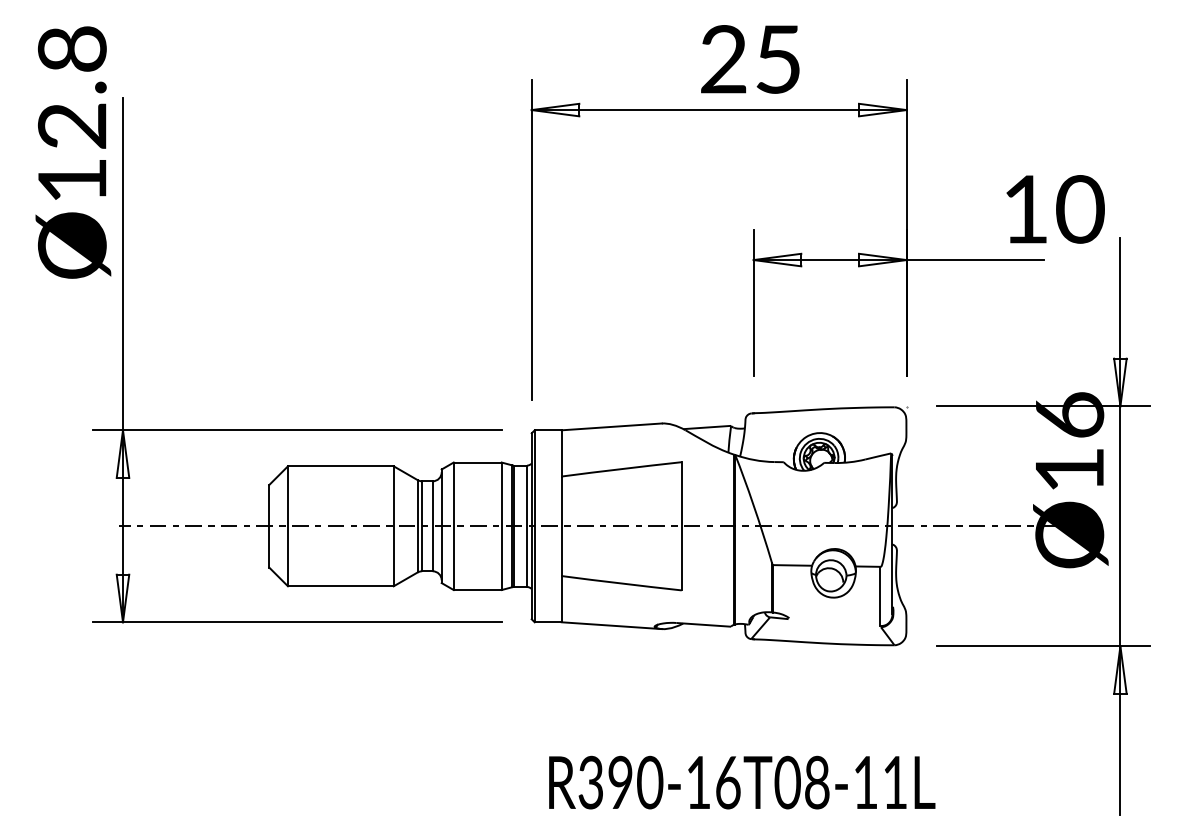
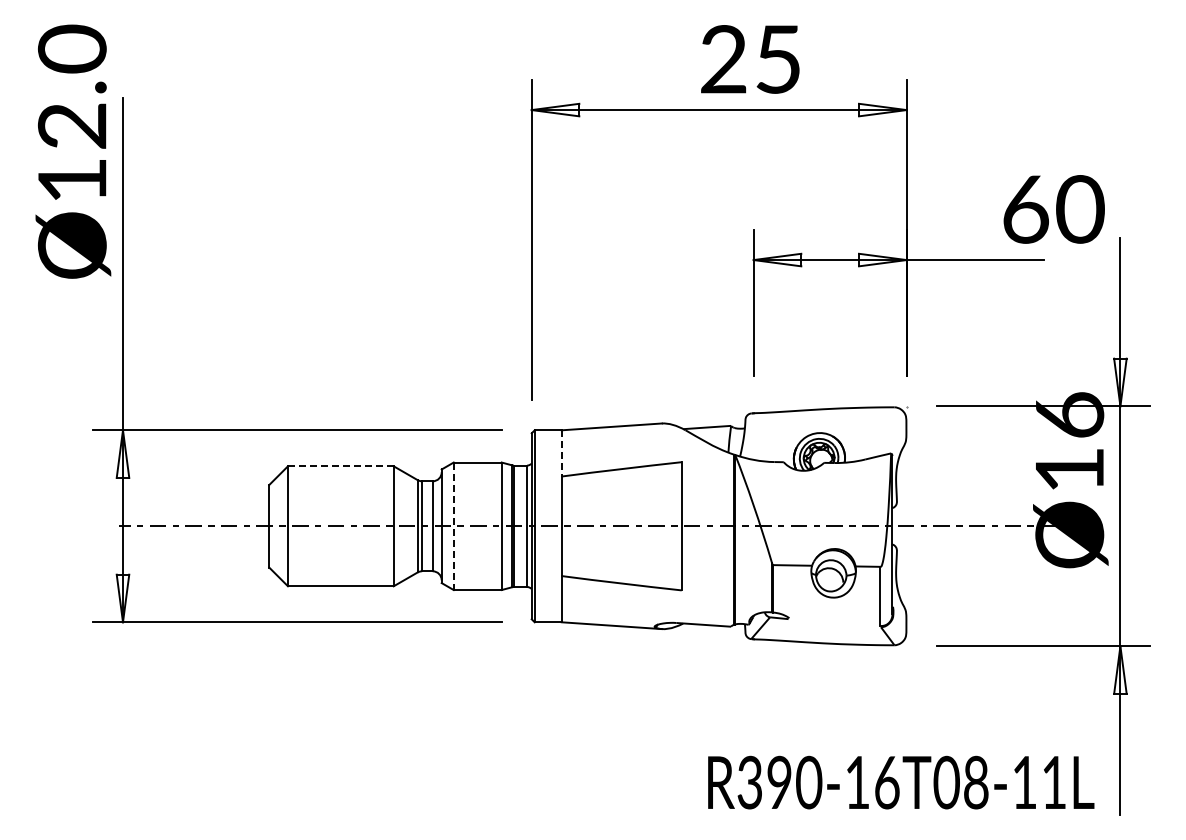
text at (72, 48): Ø12.8 -> Ø12.0
text at (1025, 209): 10 -> 60
line at (561, 453): solid -> dashed
line at (340, 466): solid -> dashed
line at (453, 526): solid -> dashed
text at (742, 782) position: (742, 782) -> (901, 782)
